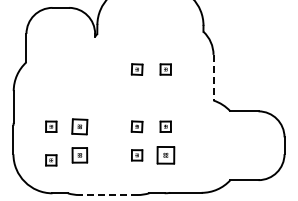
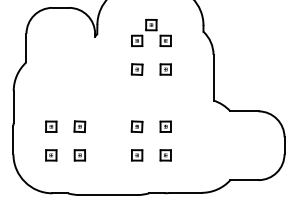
part at (151, 33): none -> present
line at (213, 77): dashed -> solid
part at (79, 126) size: 18x18 px -> 14x13 px
part at (79, 155) size: 18x17 px -> 14x13 px
part at (165, 155) size: 20x19 px -> 13x13 px
part at (51, 160) position: (51, 160) -> (51, 155)
line at (108, 195): dashed -> solid
